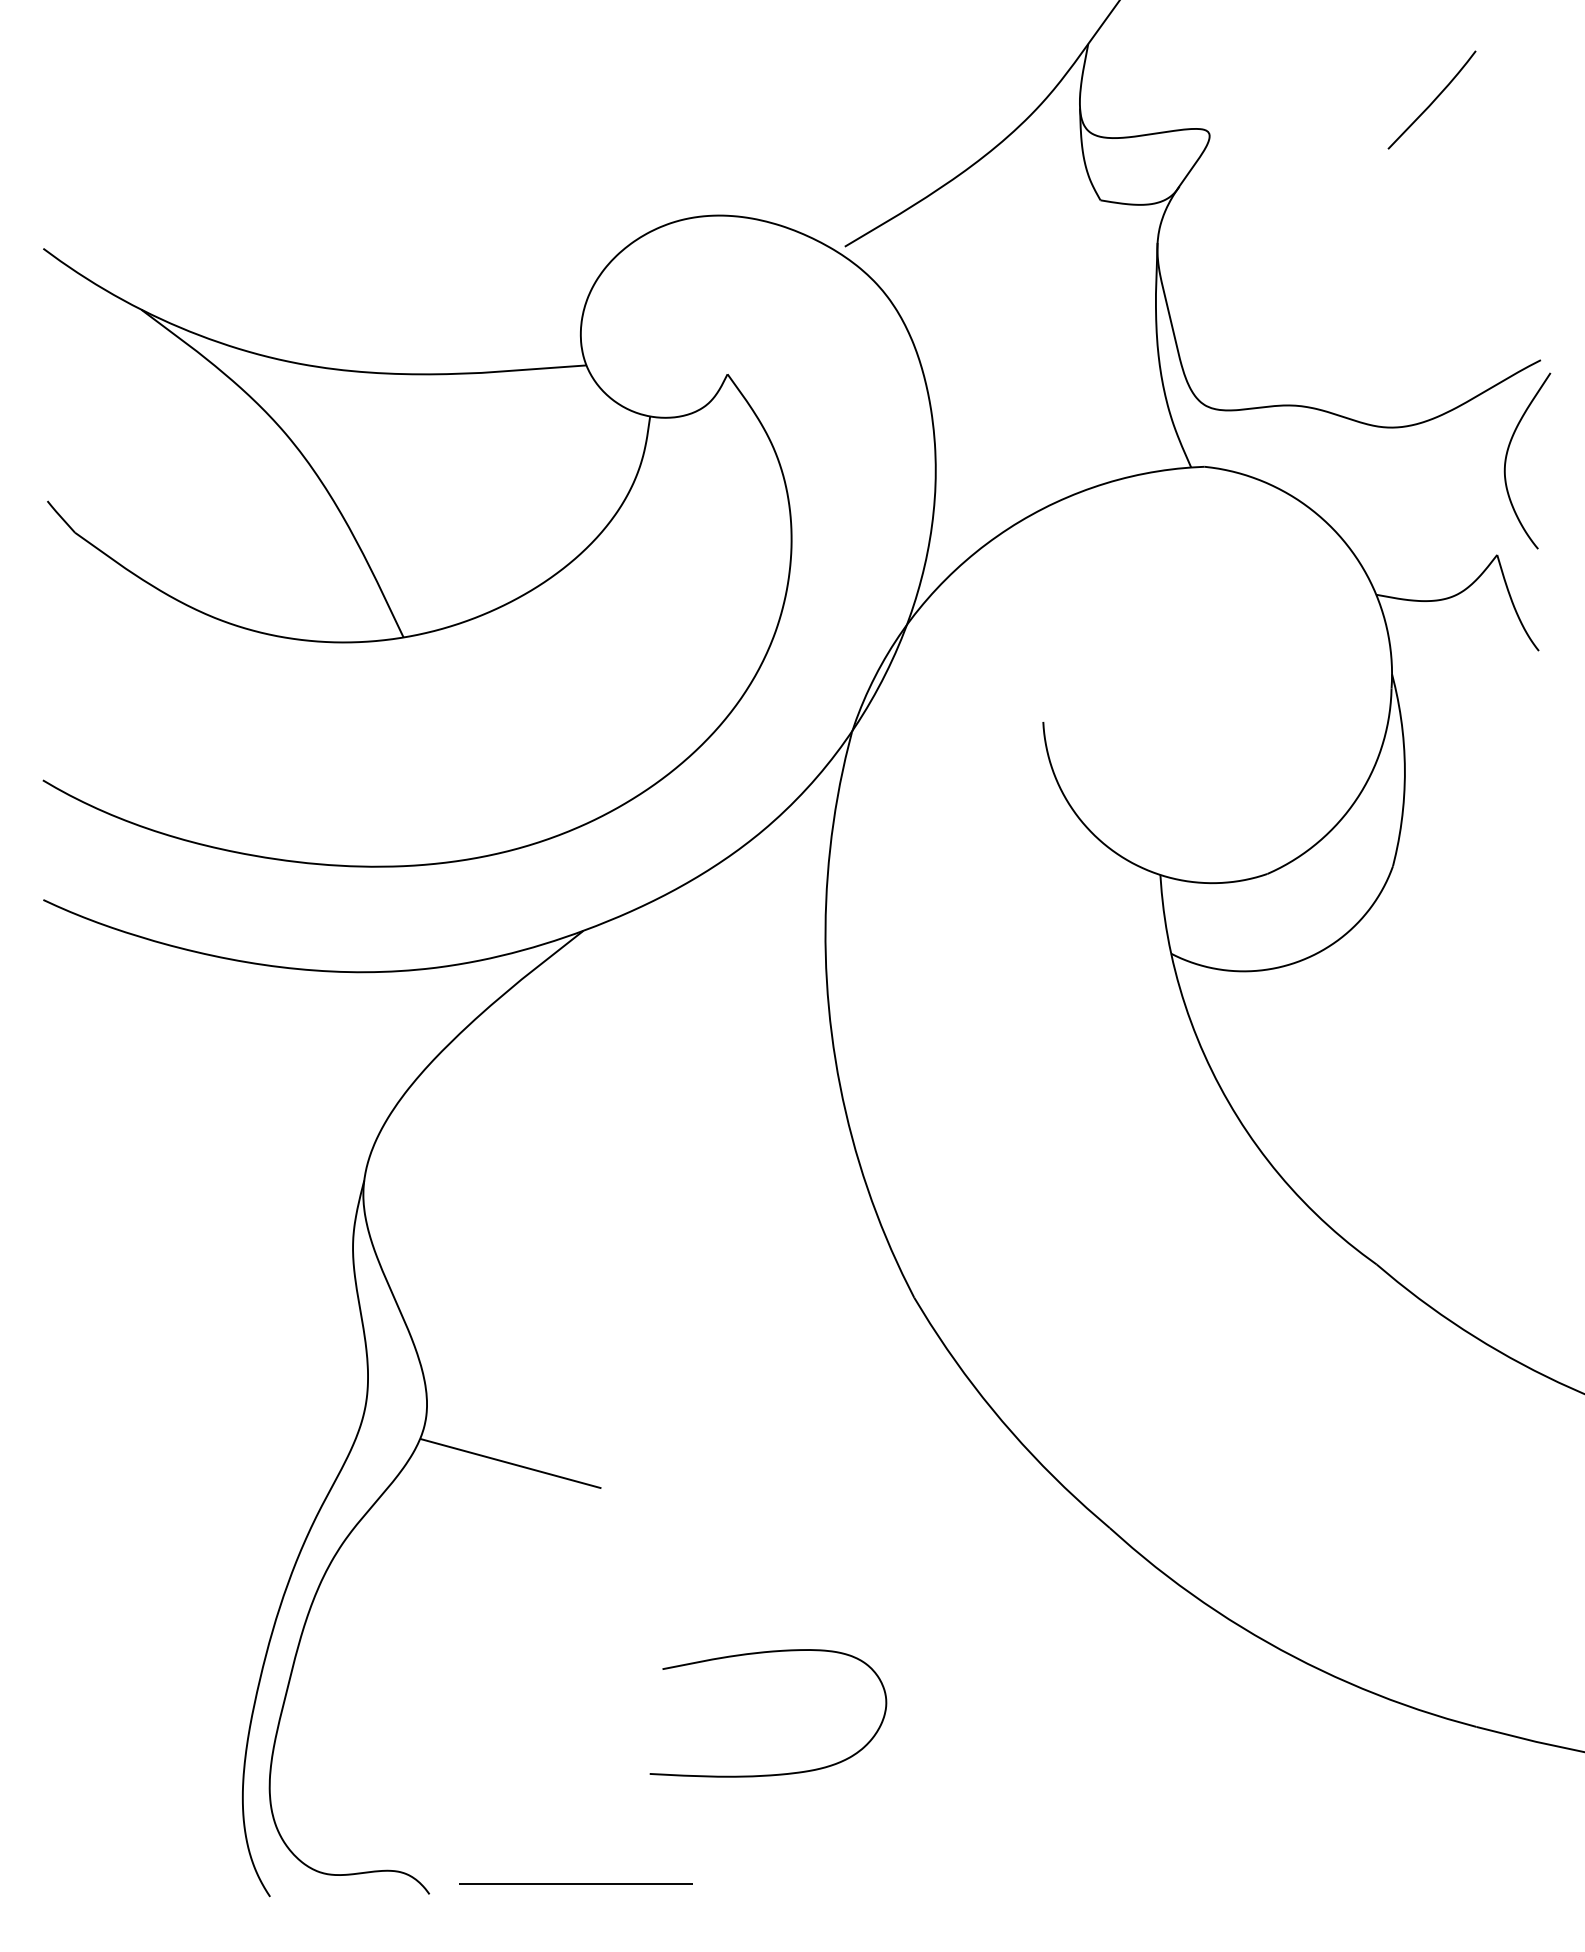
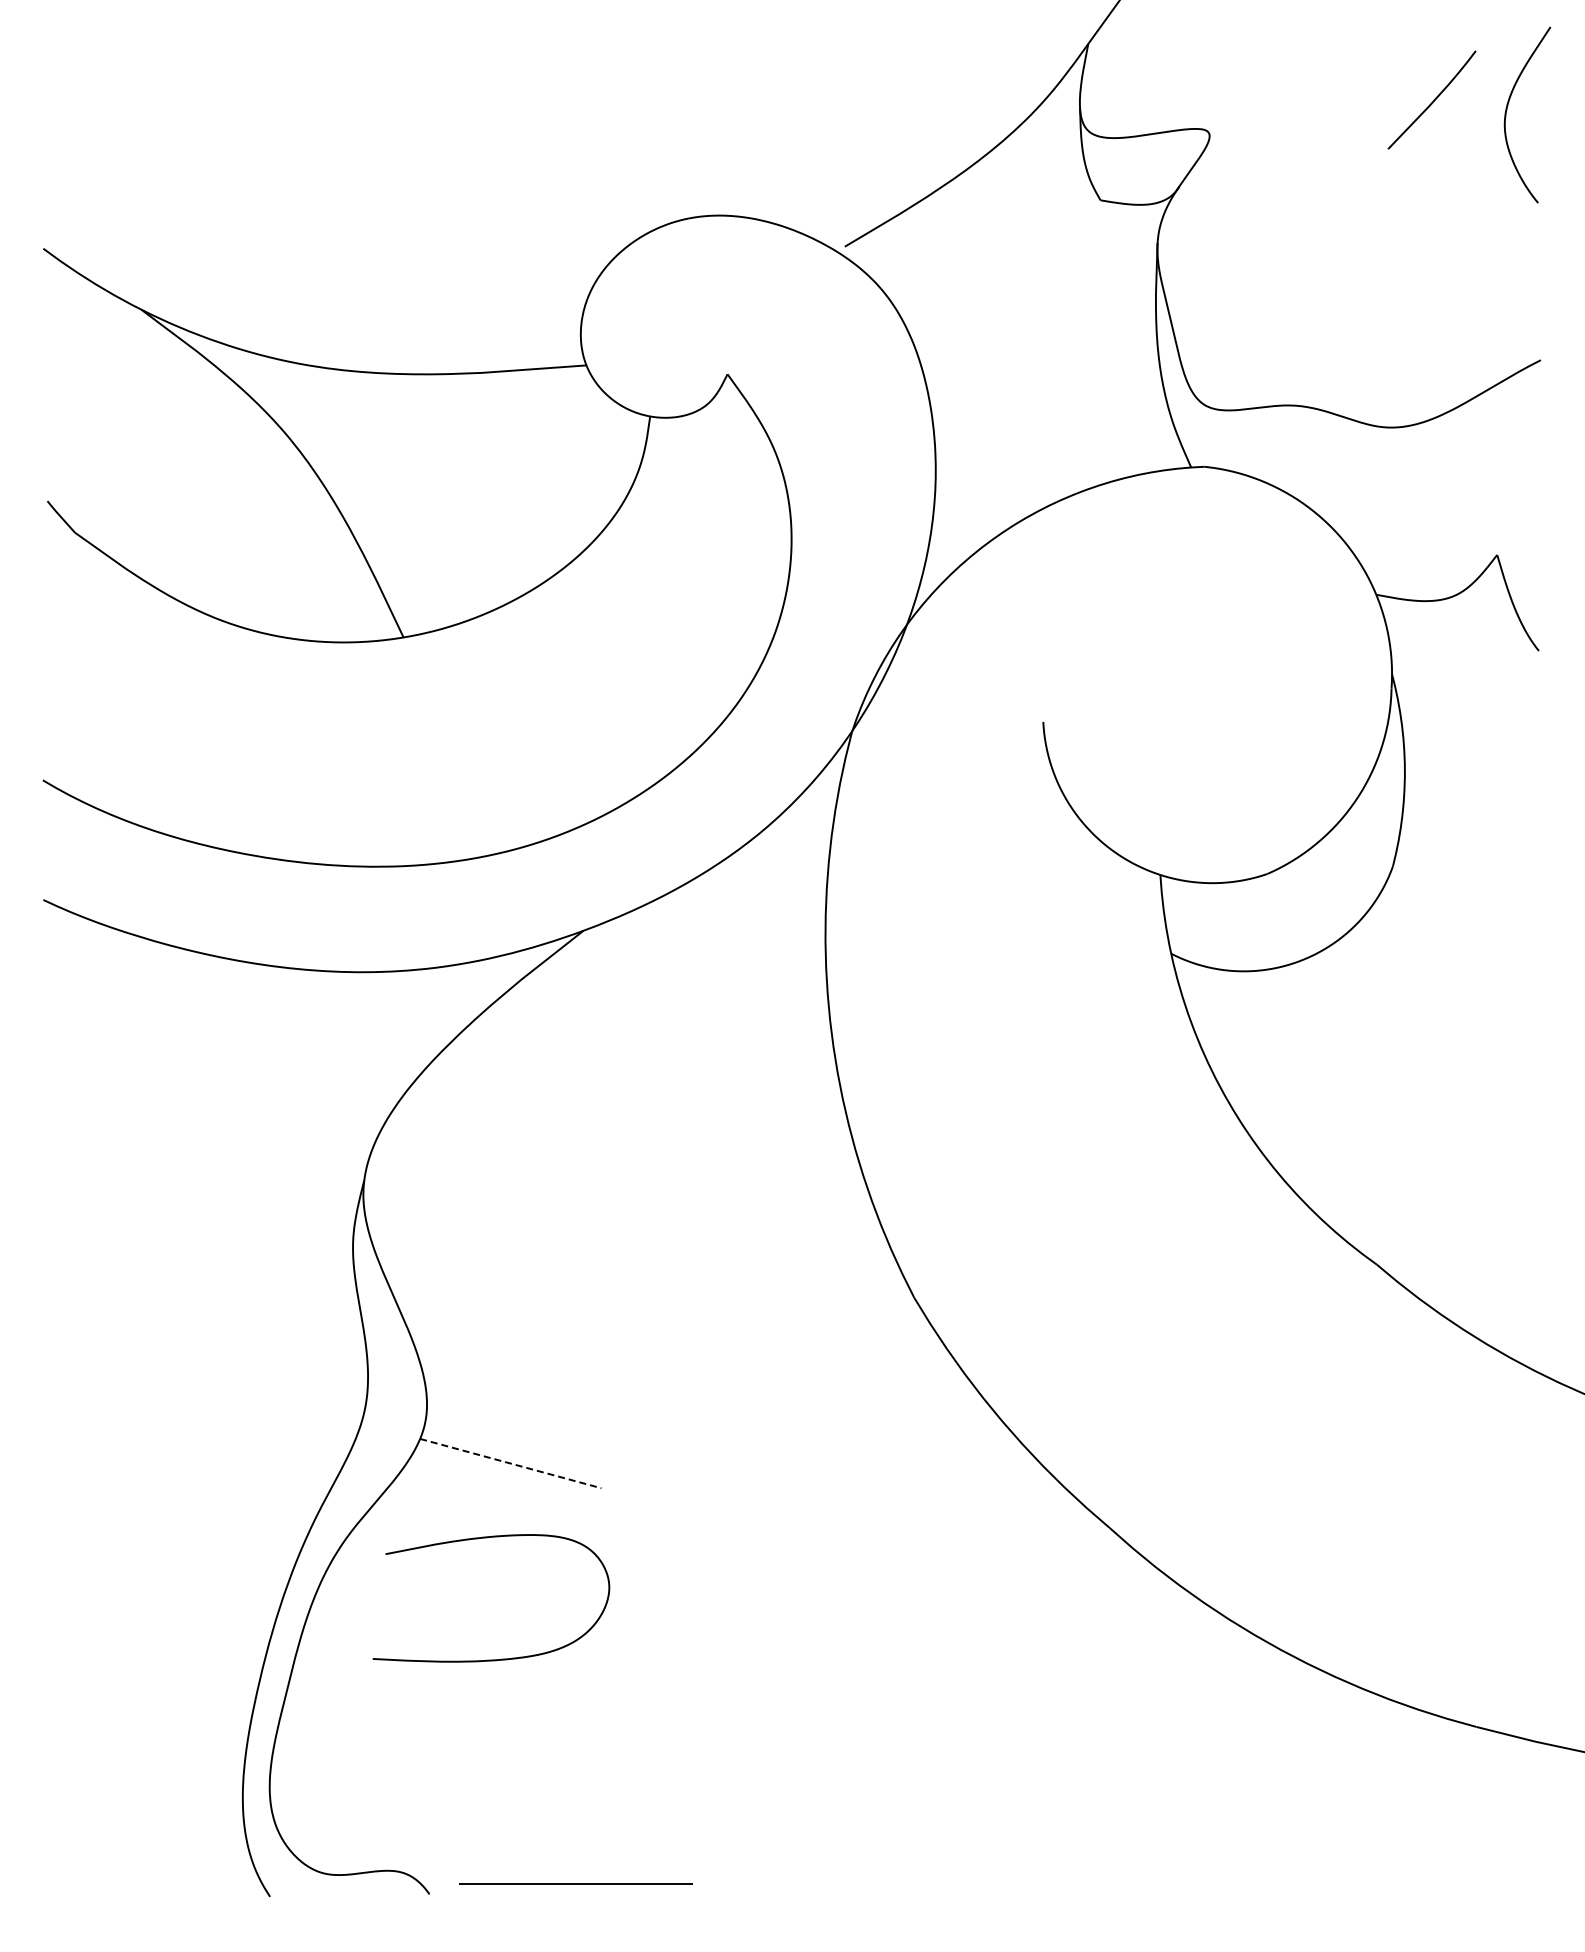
curve at (1507, 456) position: (1507, 456) -> (1507, 110)
line at (510, 1463): solid -> dashed
curve at (764, 1653) position: (764, 1653) -> (487, 1538)
